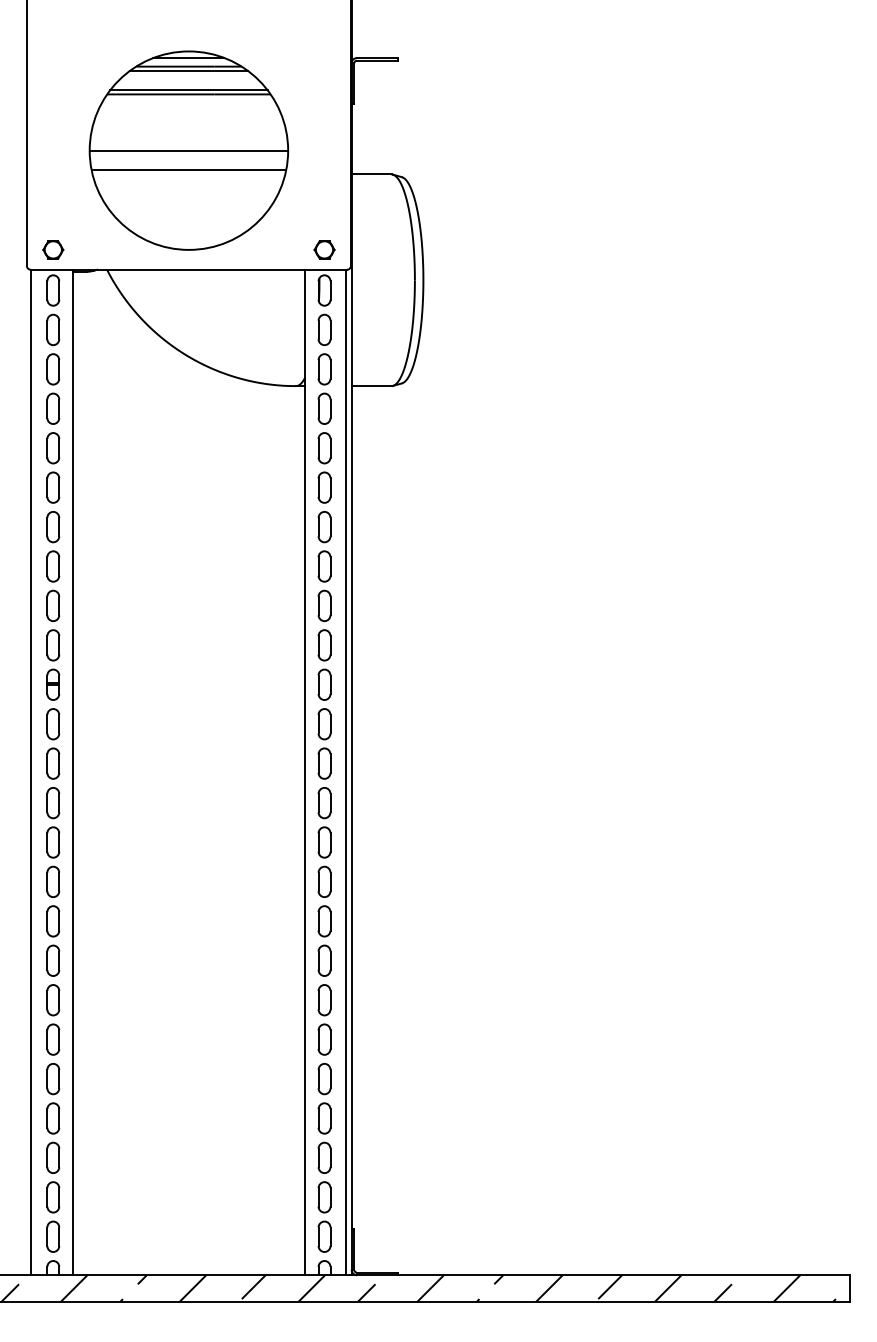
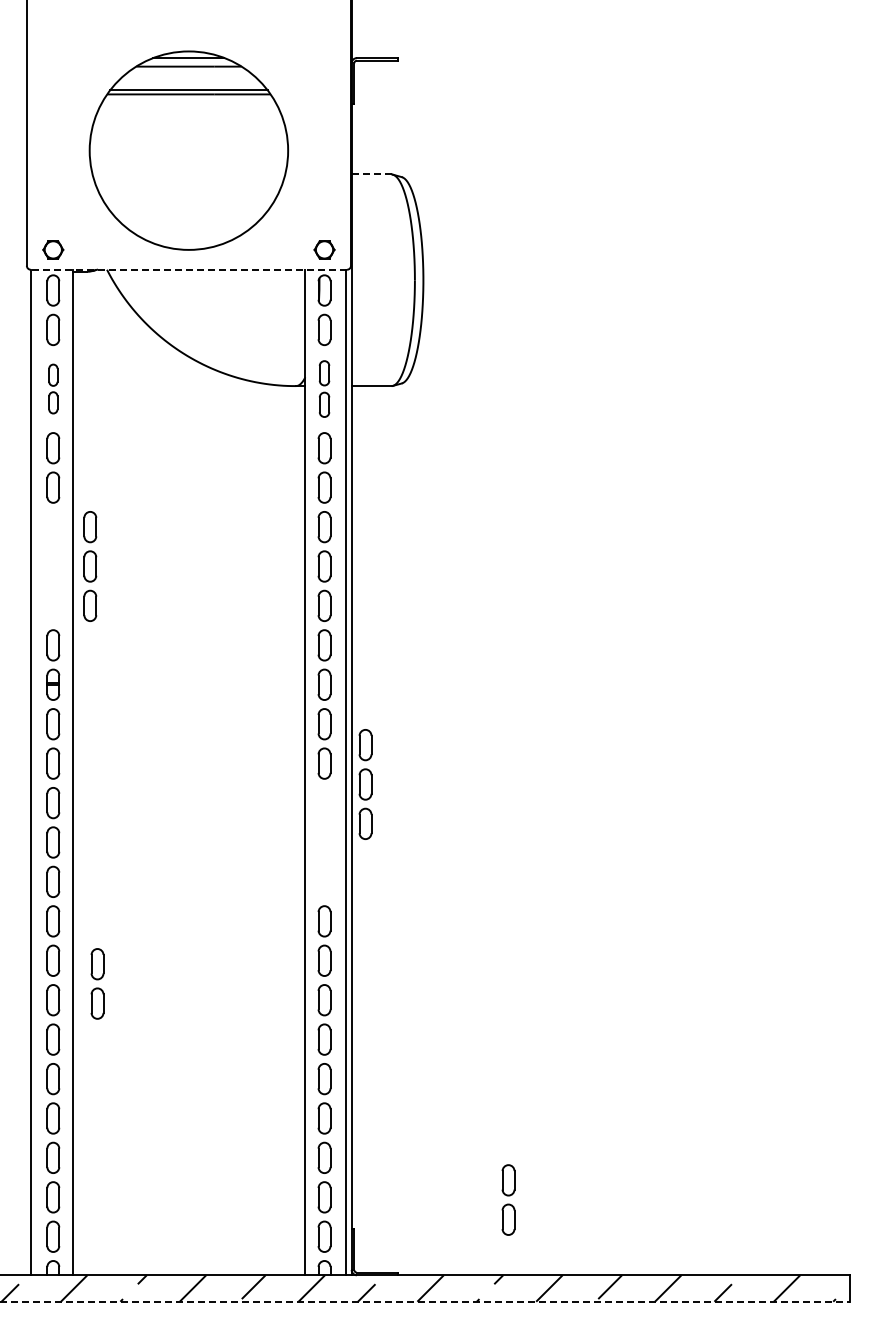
line at (188, 70): present -> none
line at (188, 150): present -> none
line at (188, 170): present -> none
line at (371, 174): solid -> dashed
line at (188, 269): solid -> dashed
part at (53, 388) size: 15x72 px -> 11x52 px
part at (324, 388) size: 15x72 px -> 13x58 px
part at (53, 566) position: (53, 566) -> (90, 566)
part at (324, 842) position: (324, 842) -> (365, 784)
part at (97, 983): none -> present
part at (508, 1199): none -> present
line at (425, 1301): solid -> dashed
